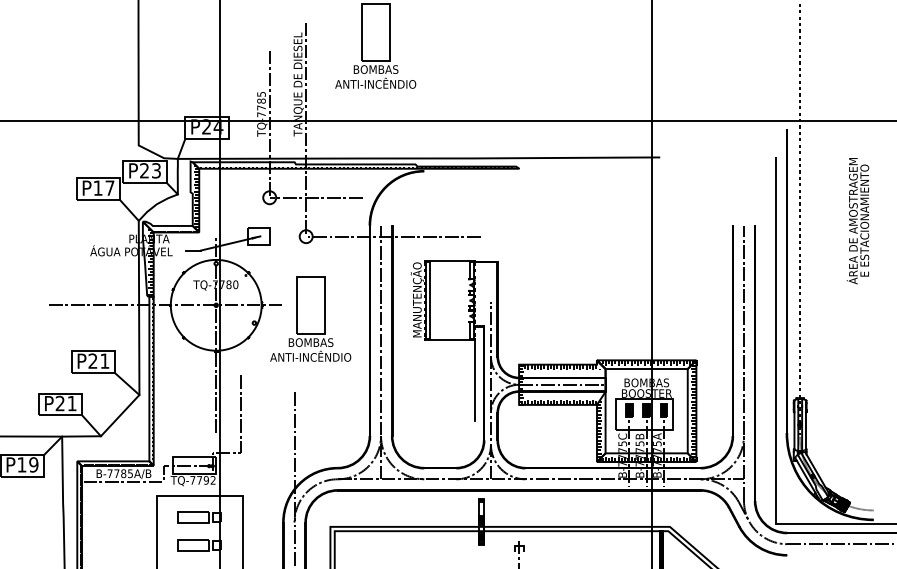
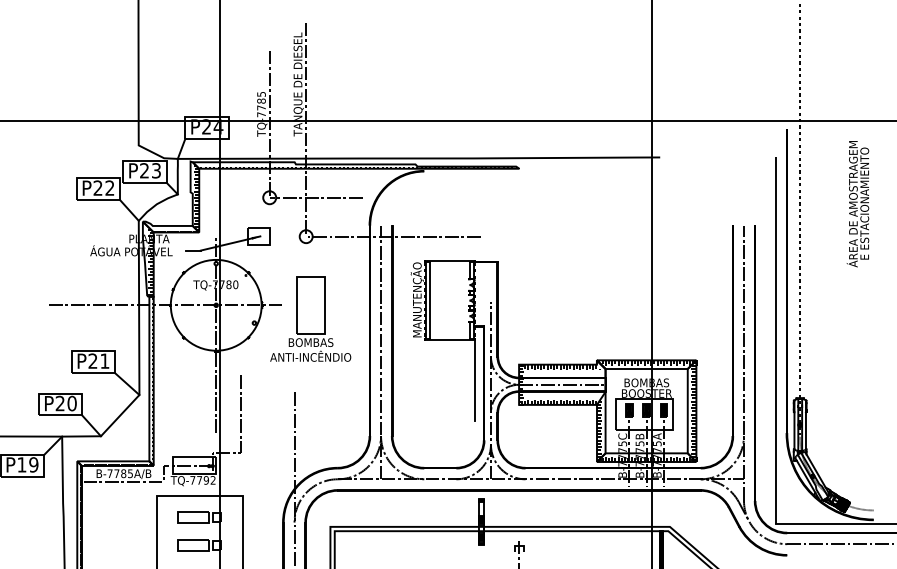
part at (375, 45): present -> none
text at (103, 187): P17 -> P22
text at (857, 221) position: (857, 221) -> (857, 204)
text at (71, 403): P21 -> P20
